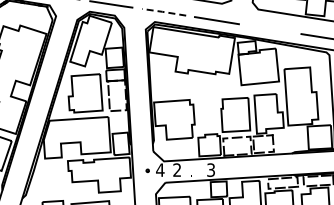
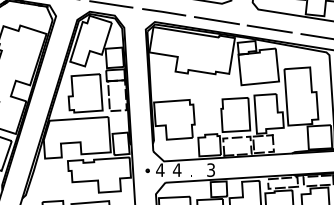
line at (163, 11): dashed -> solid
line at (269, 28): none -> present
text at (176, 169): 2 -> 4
